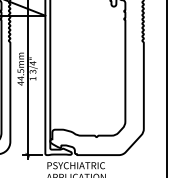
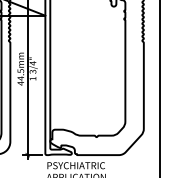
line at (167, 88) position: (167, 88) -> (160, 88)
